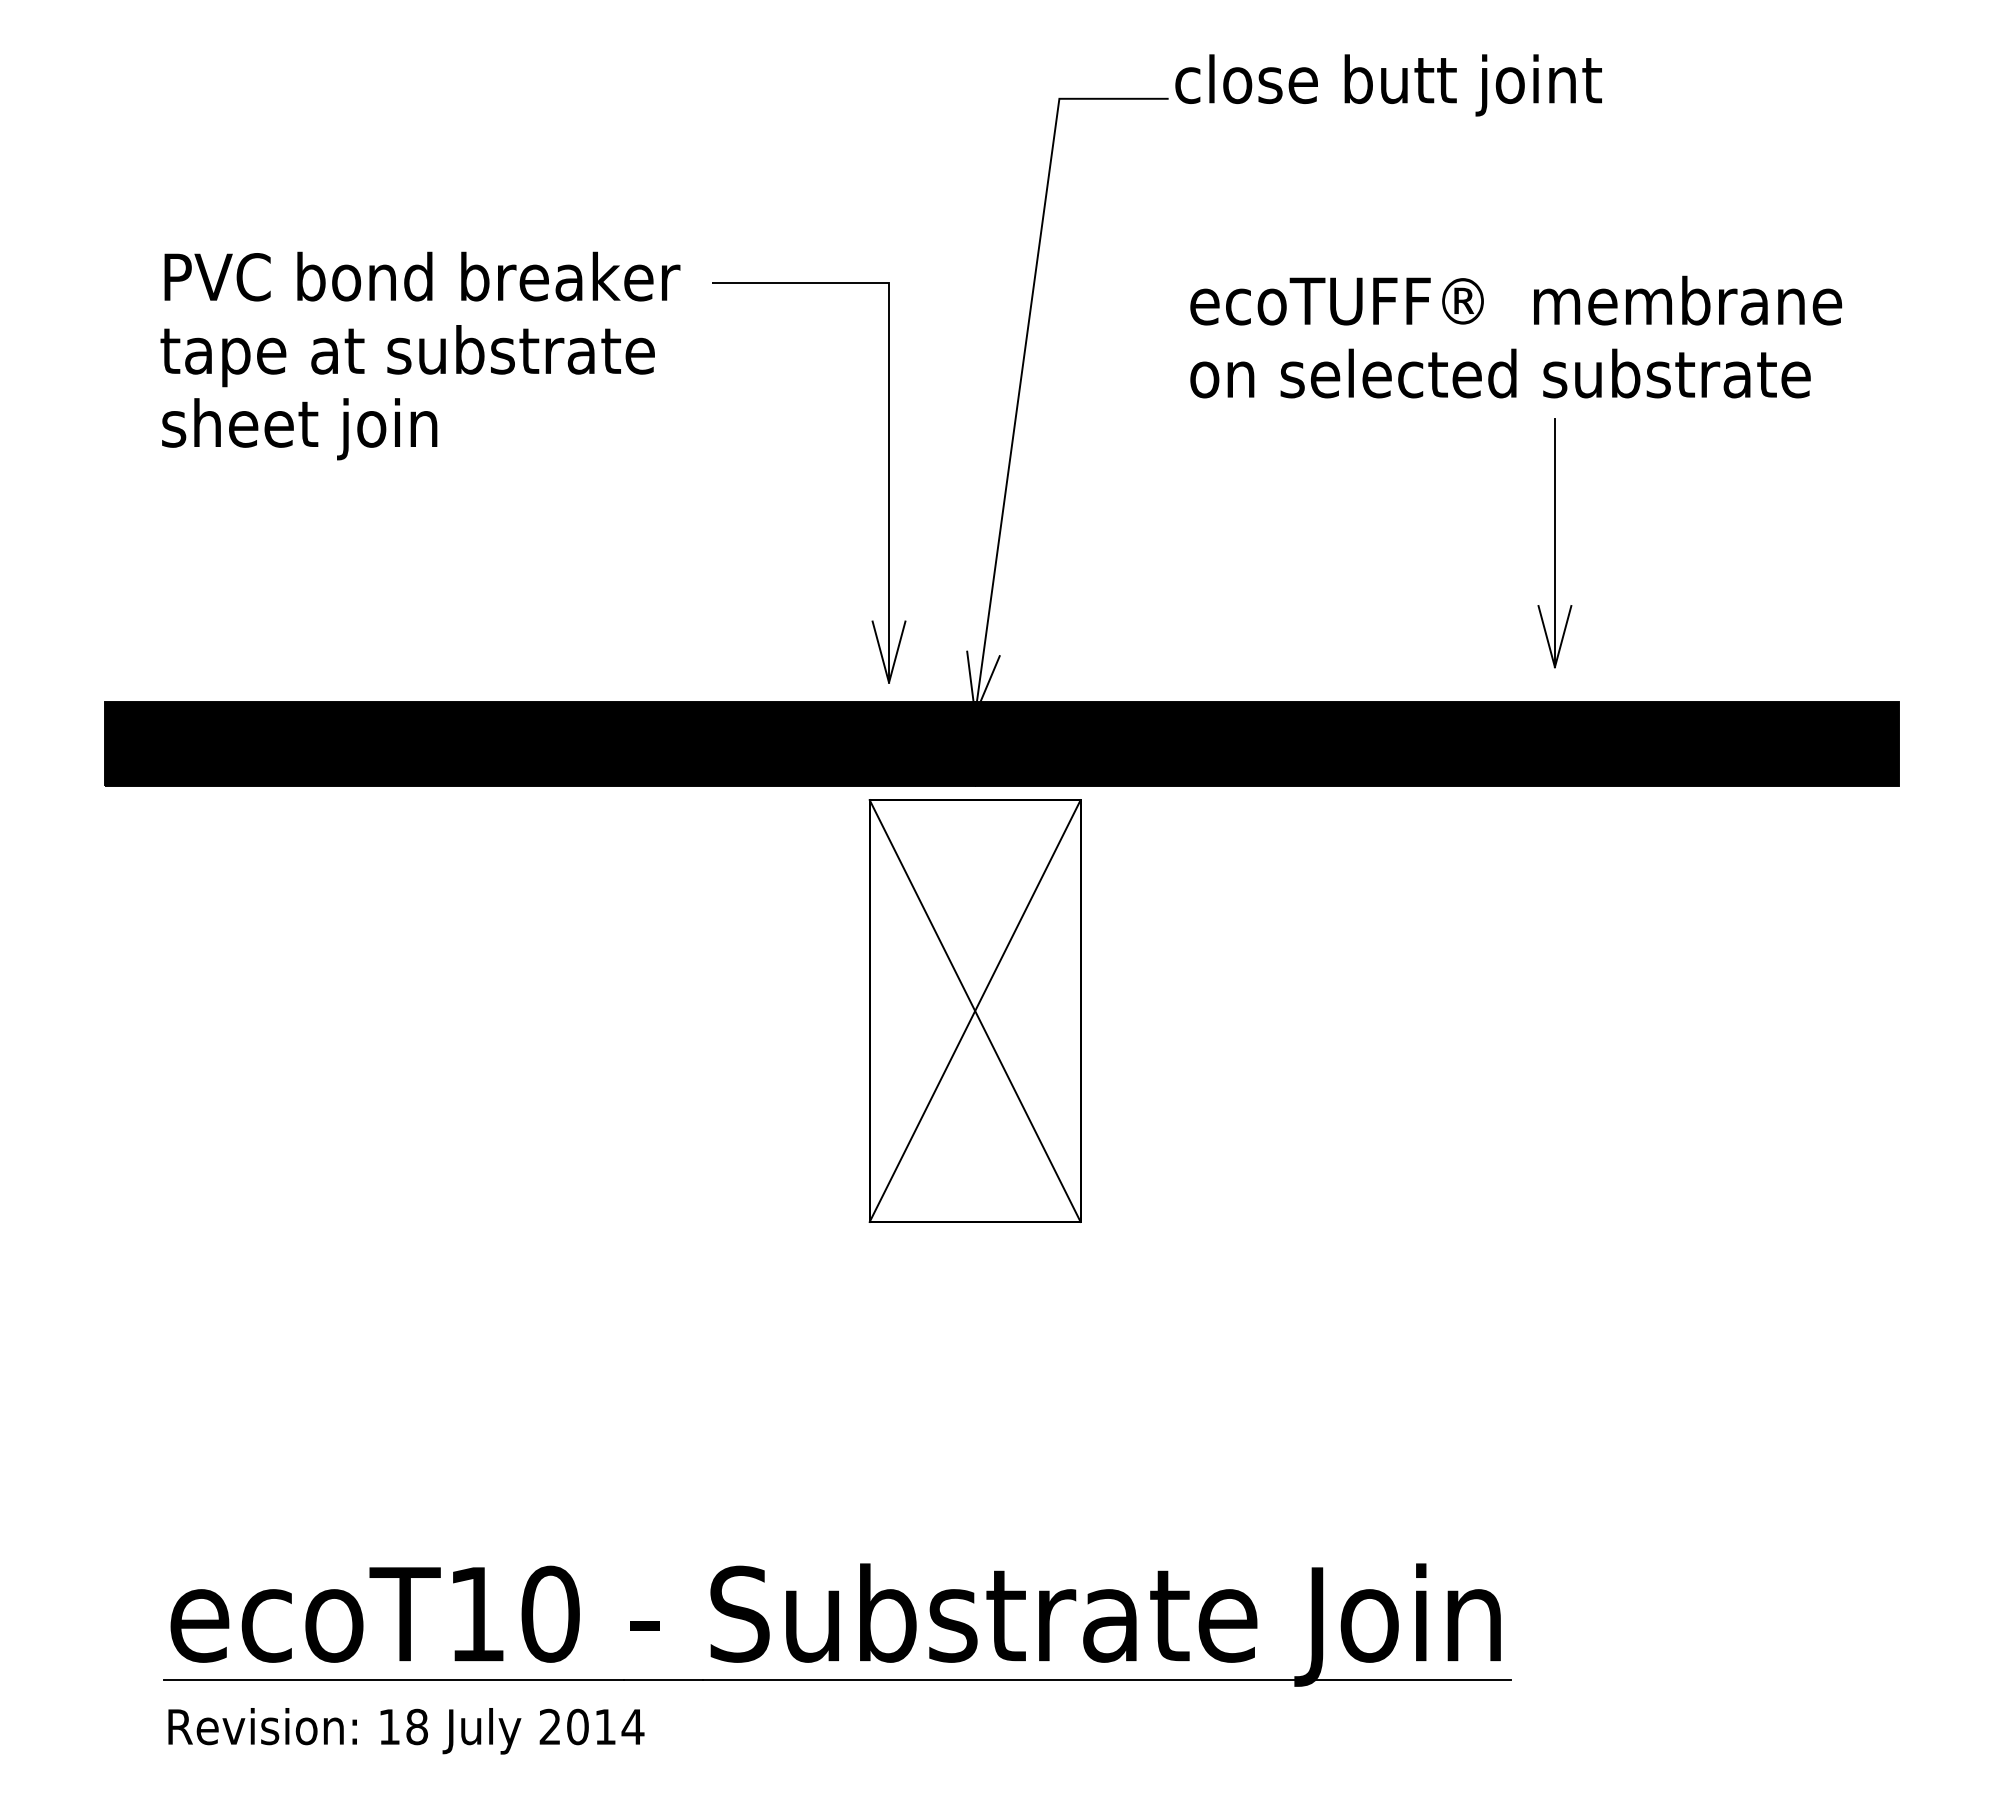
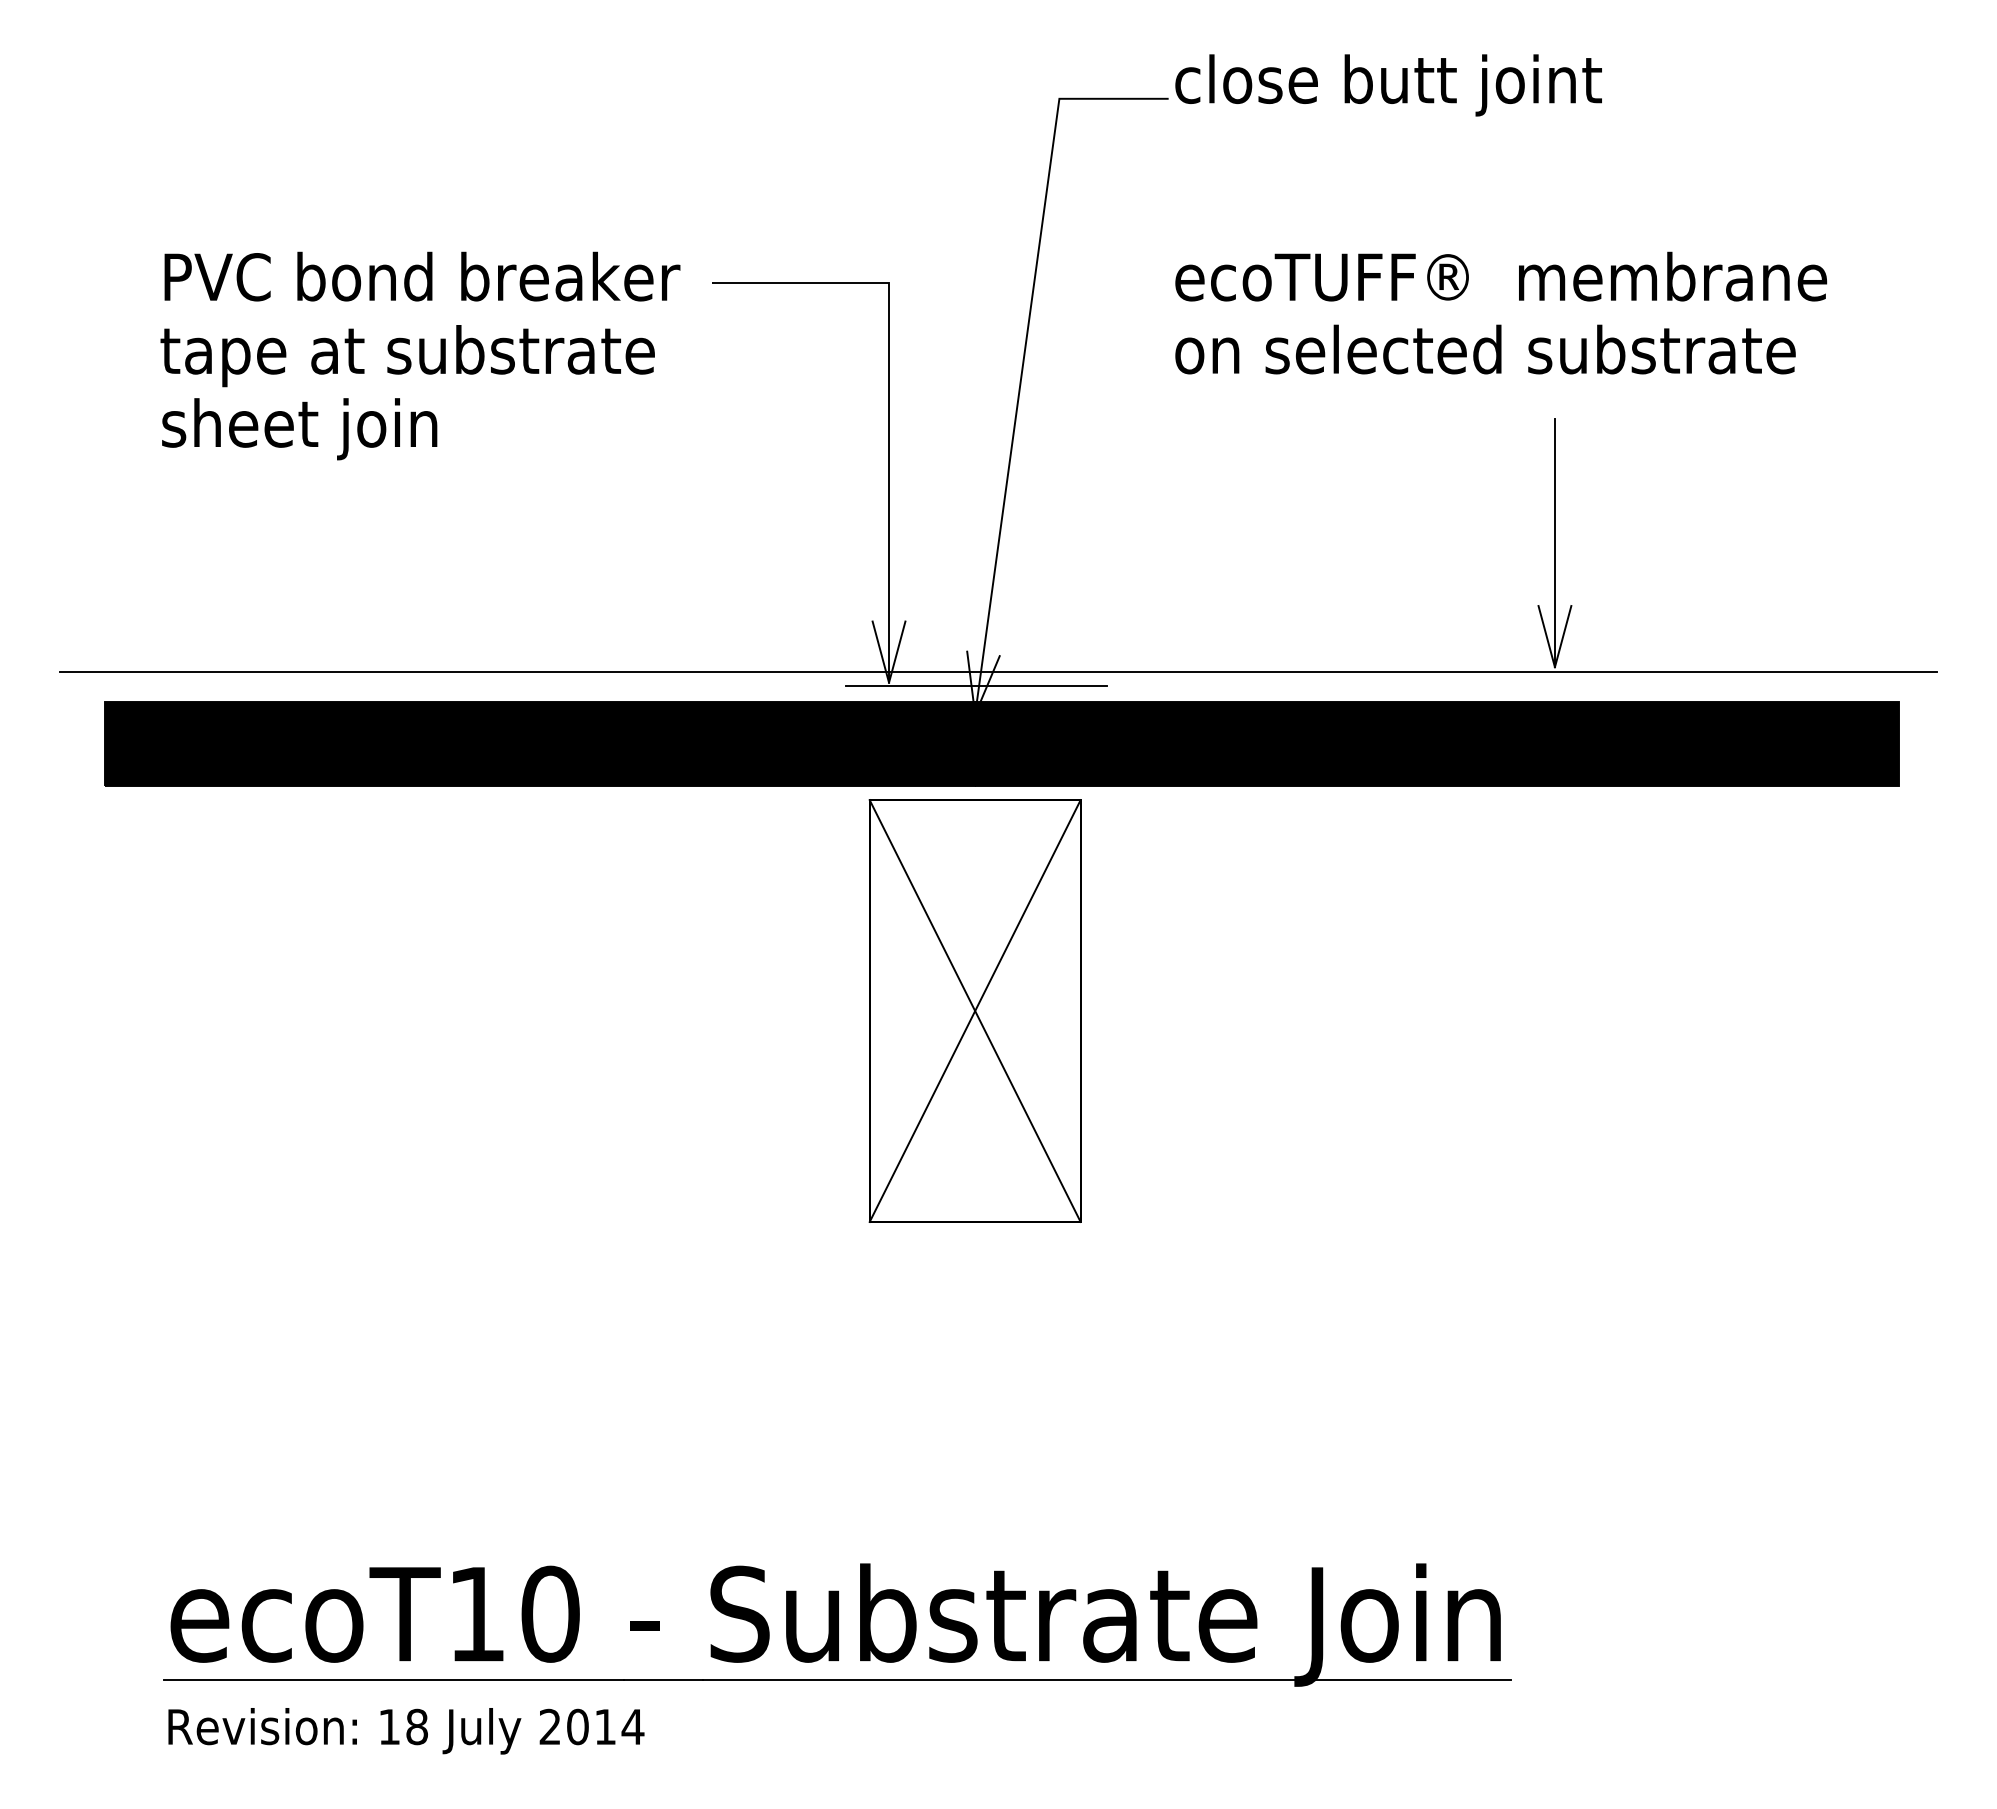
text at (1516, 336) position: (1516, 336) -> (1501, 312)
line at (998, 671): none -> present
line at (976, 685): none -> present
